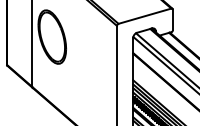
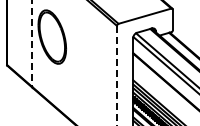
line at (32, 44): solid -> dashed
line at (116, 75): solid -> dashed
